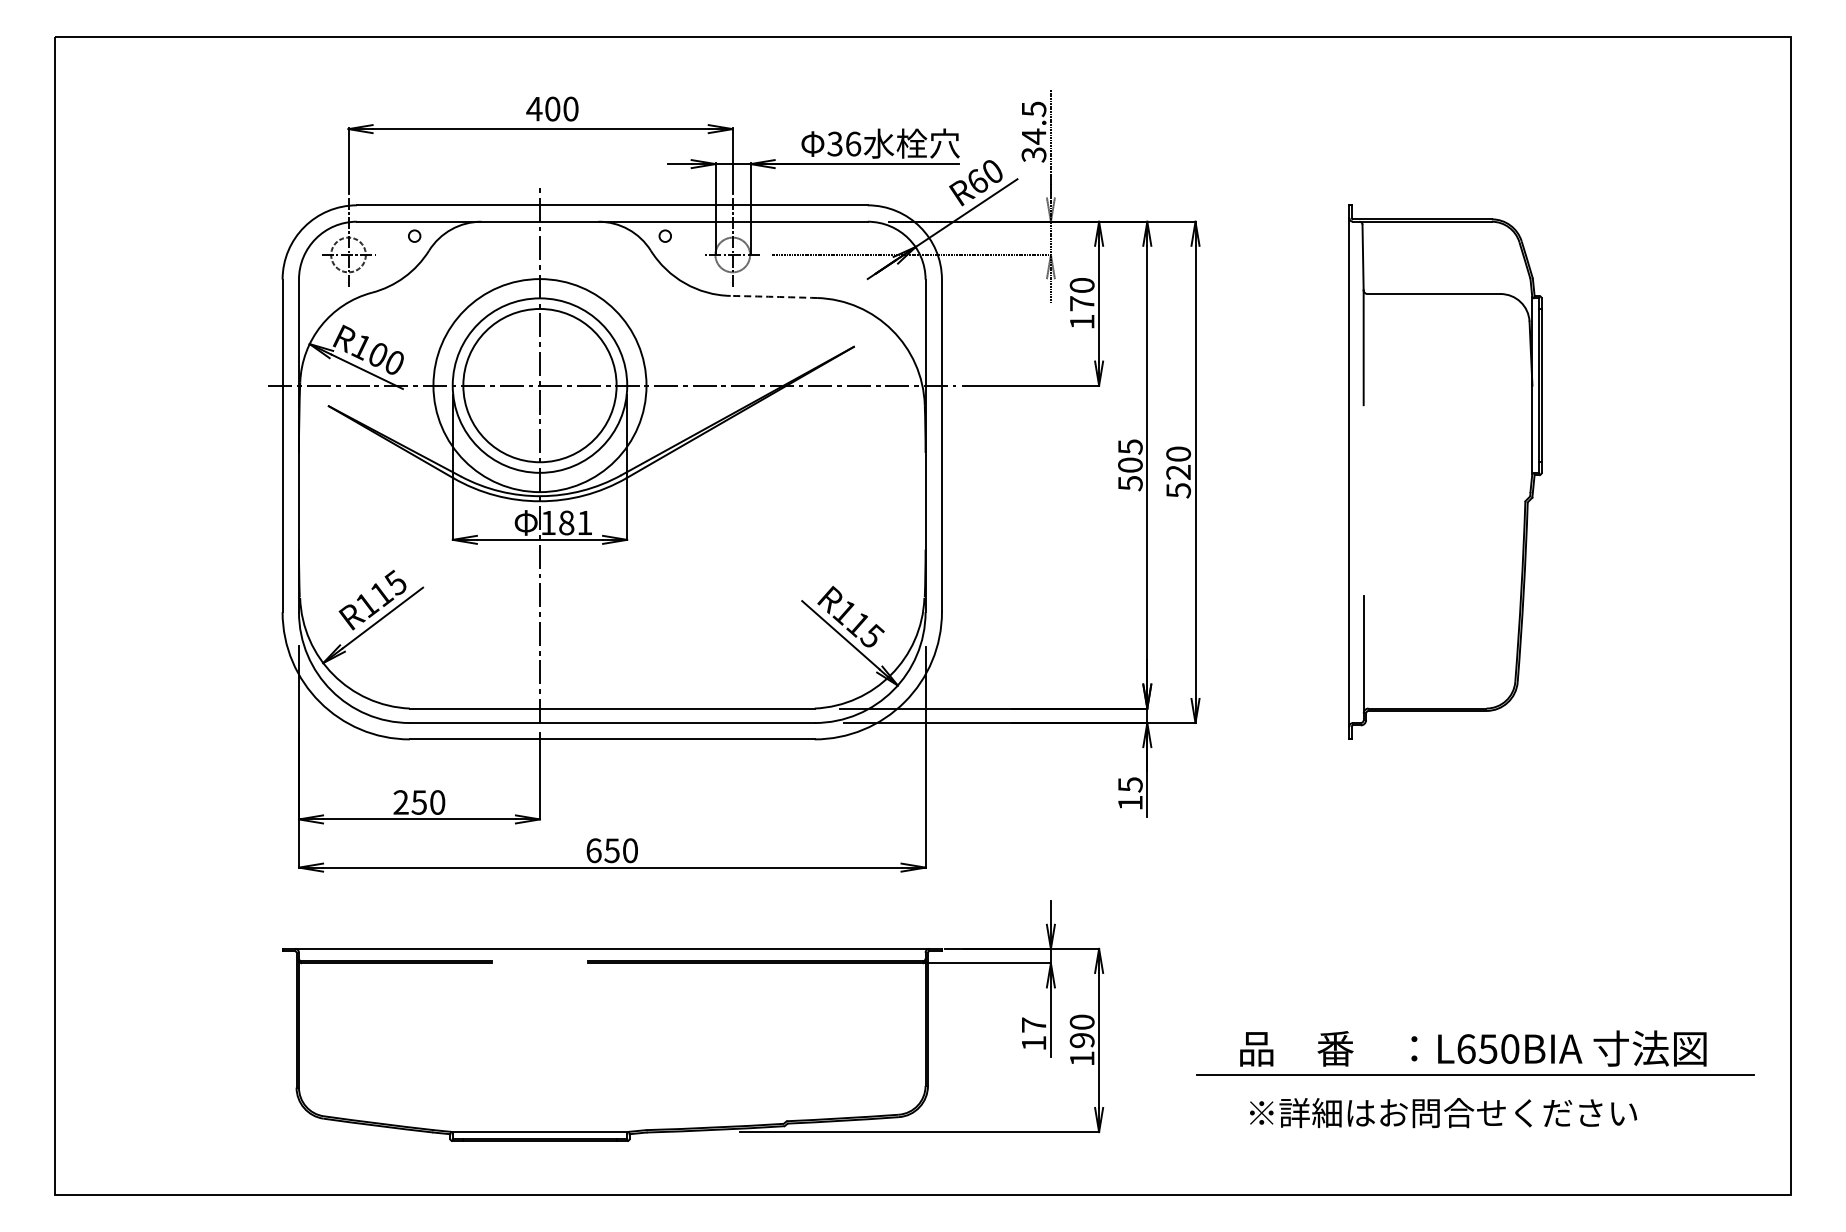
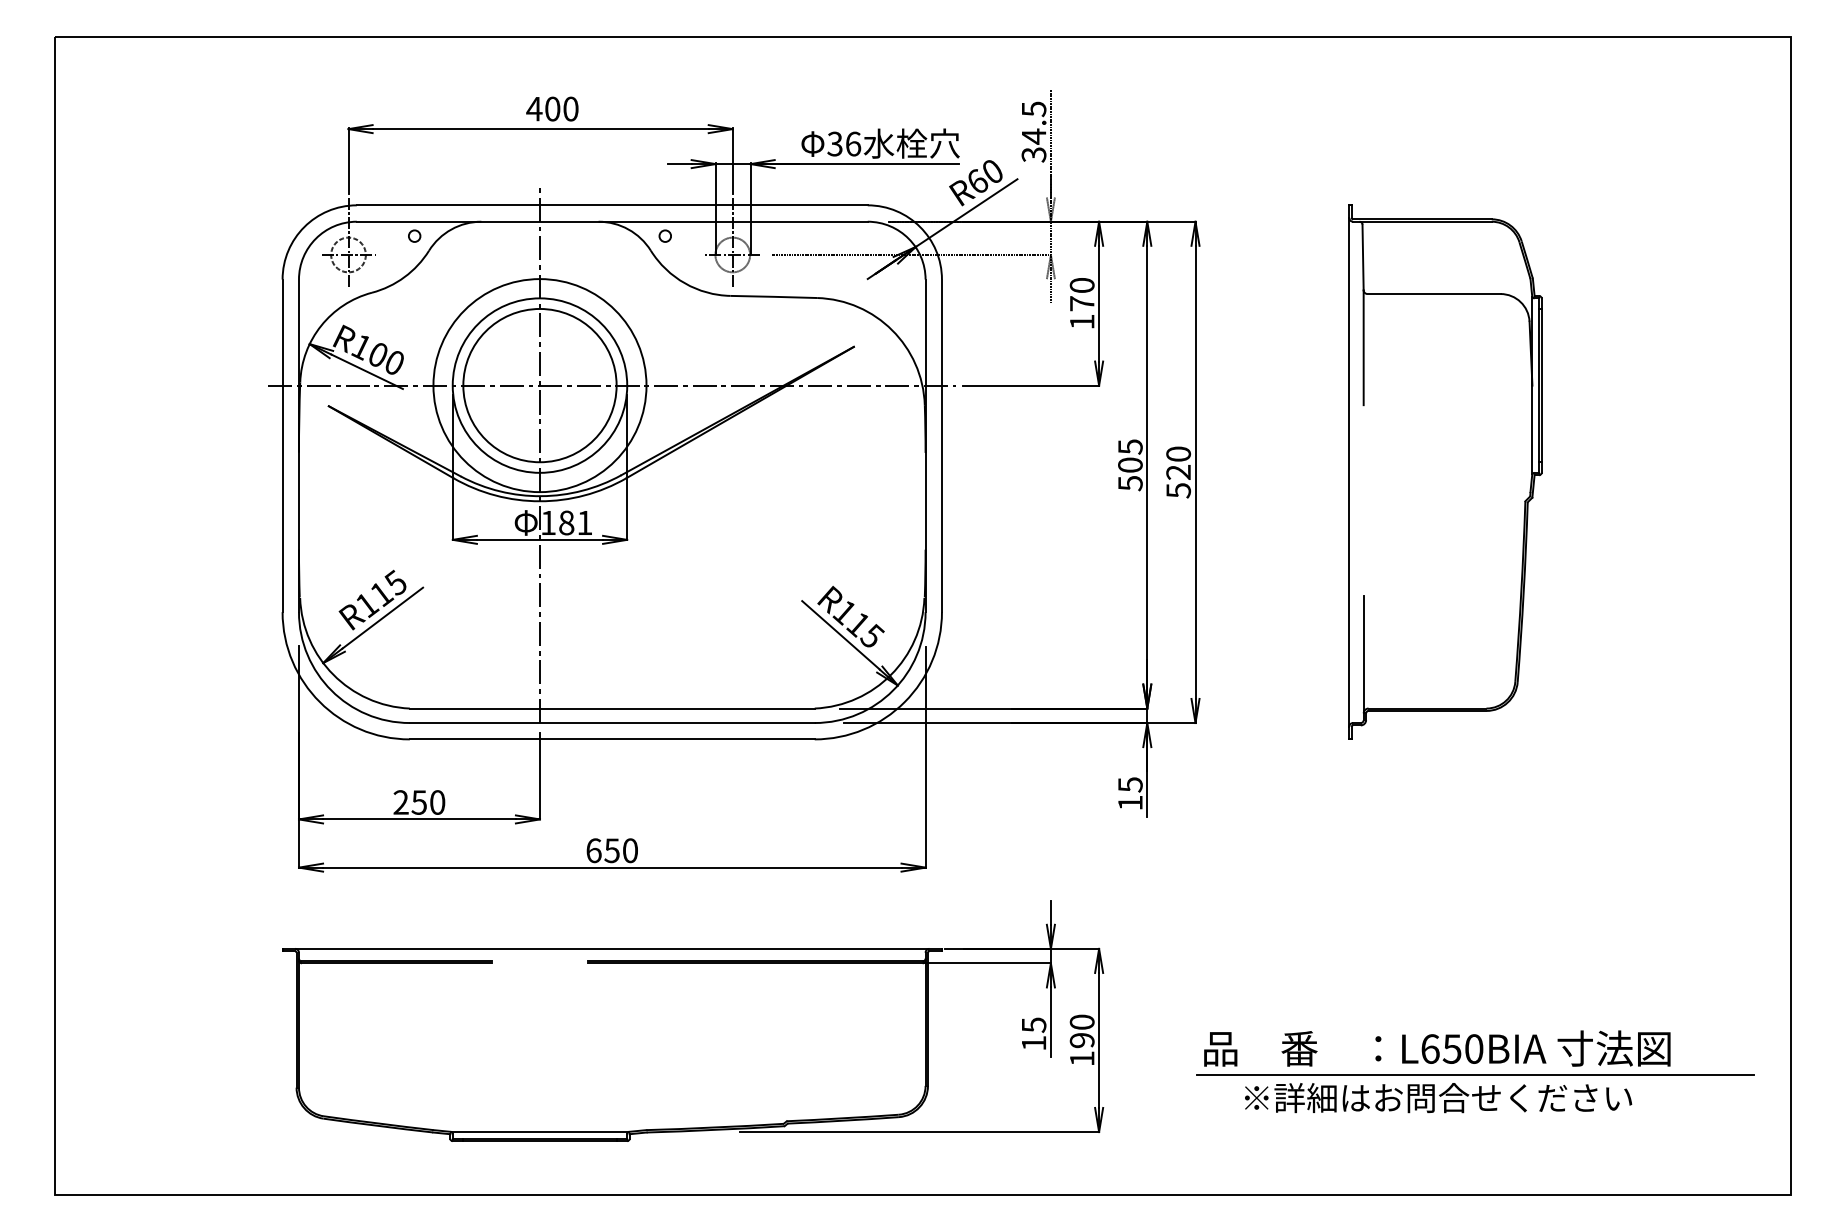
arc at (773, 296): dashed -> solid
text at (1034, 1025): 17 -> 15
text at (1473, 1048) position: (1473, 1048) -> (1437, 1048)
text at (1443, 1113) position: (1443, 1113) -> (1438, 1098)
